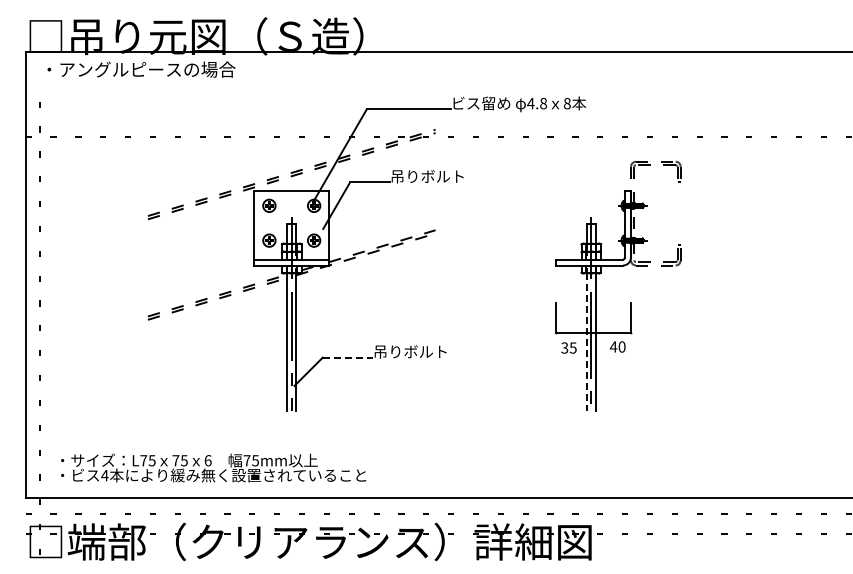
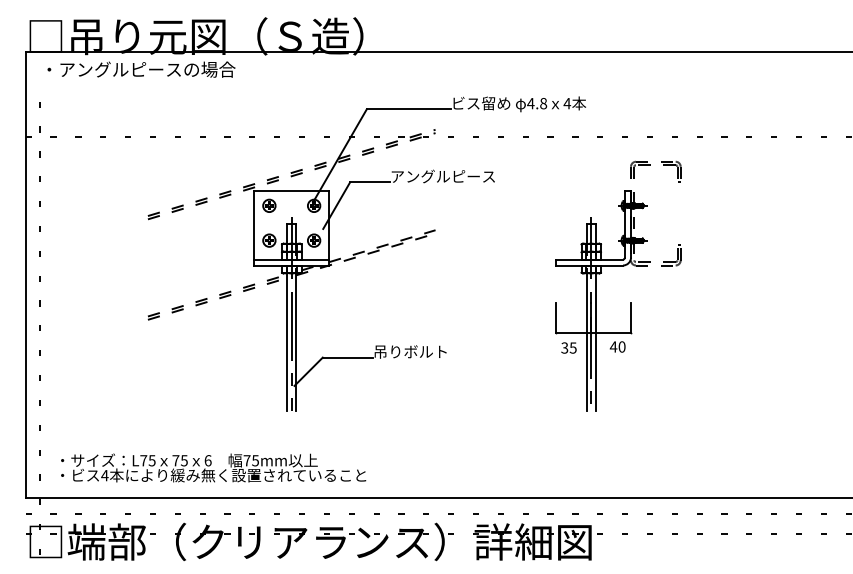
text at (567, 103): 8 -> 4
text at (442, 176): 吊りボルト -> アングルピース
line at (586, 342): dashed -> solid
line at (348, 357): dashed -> solid
